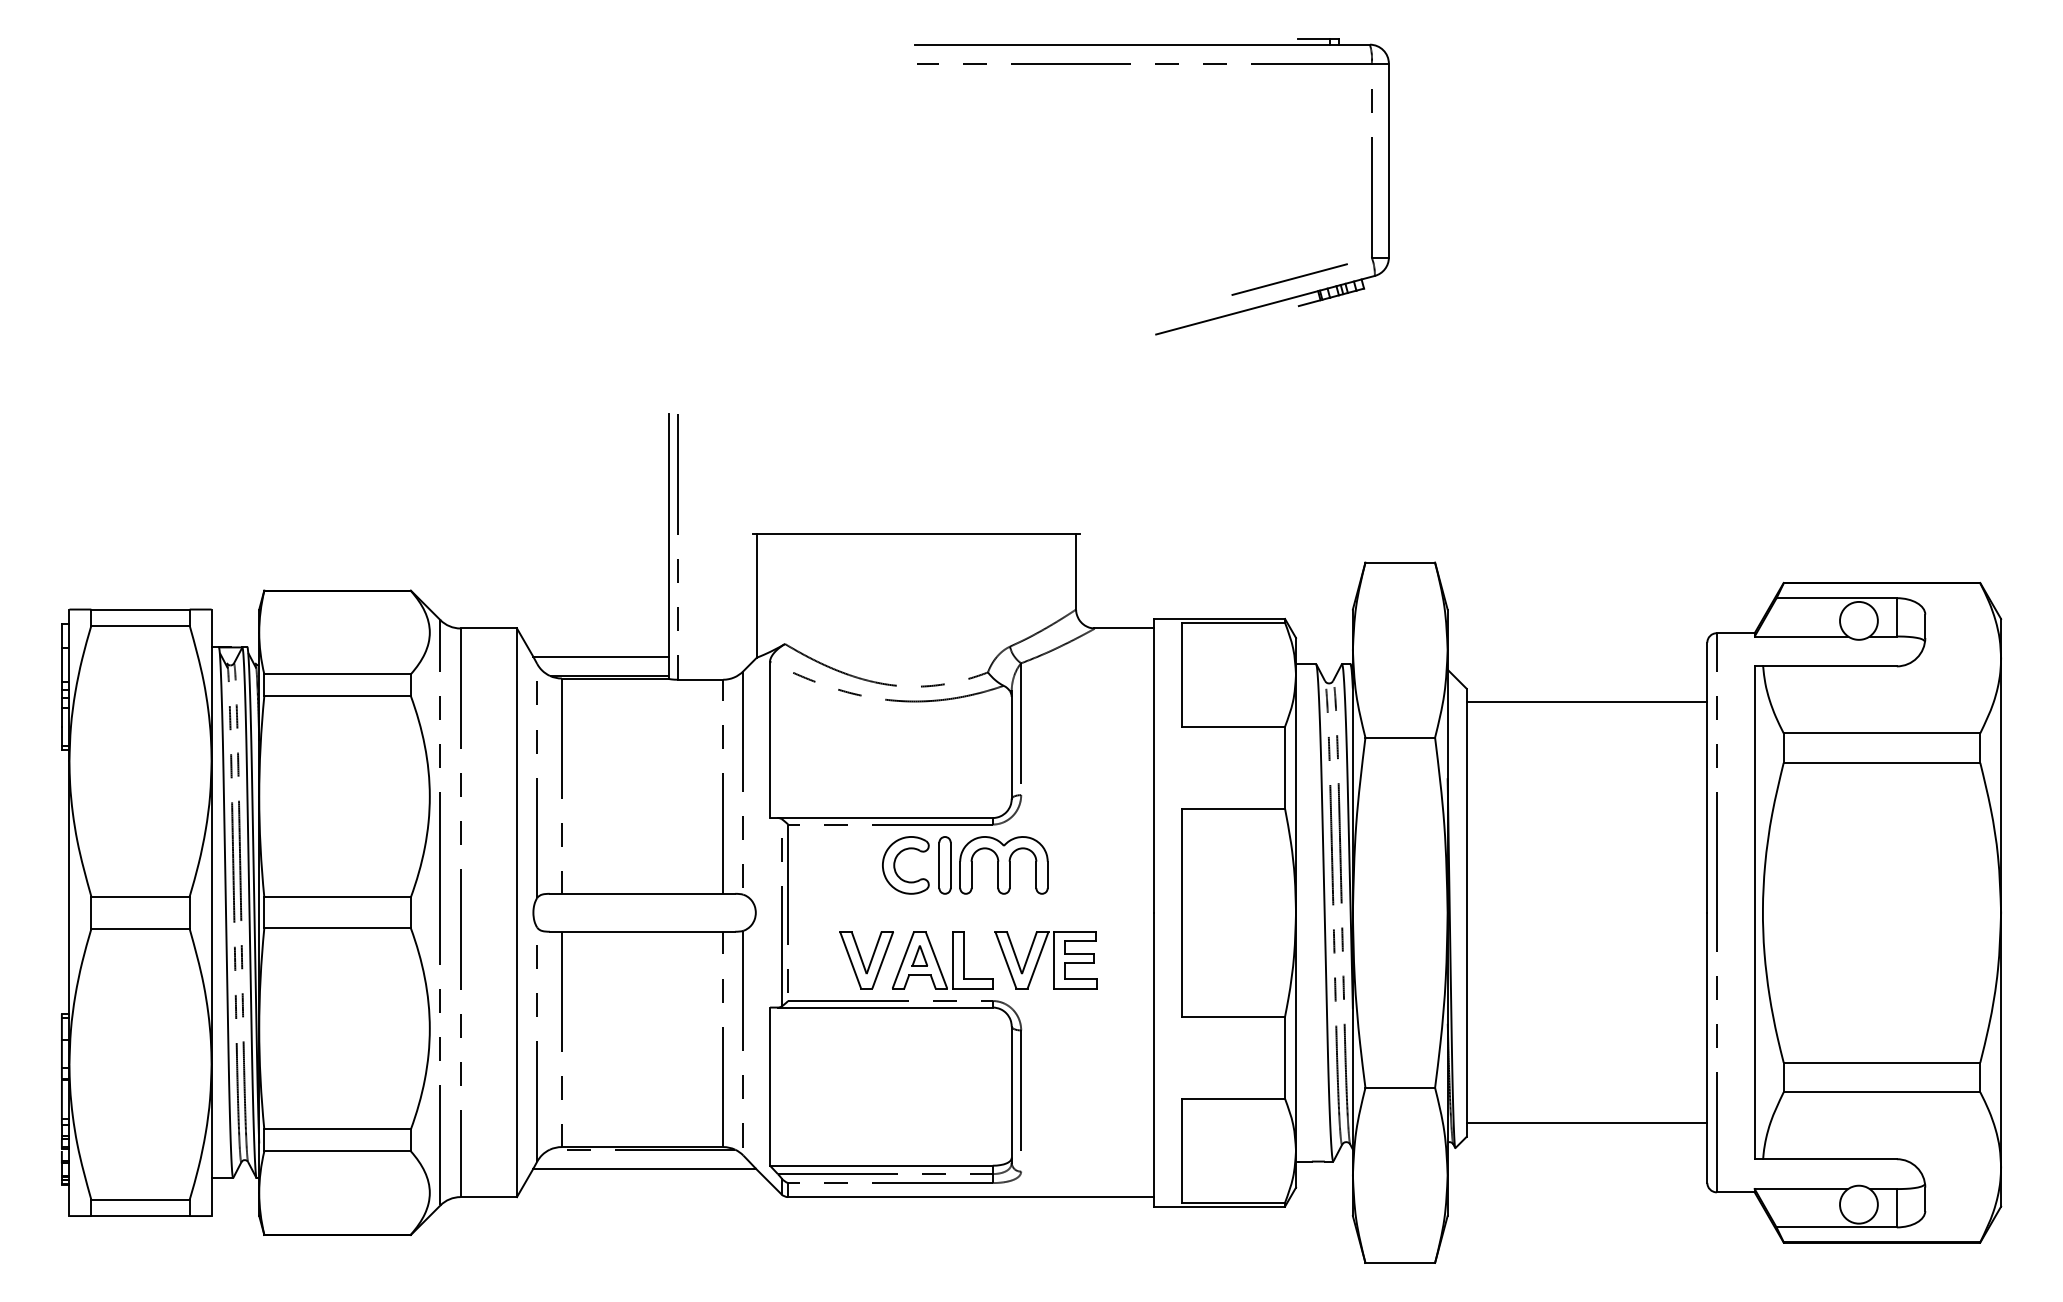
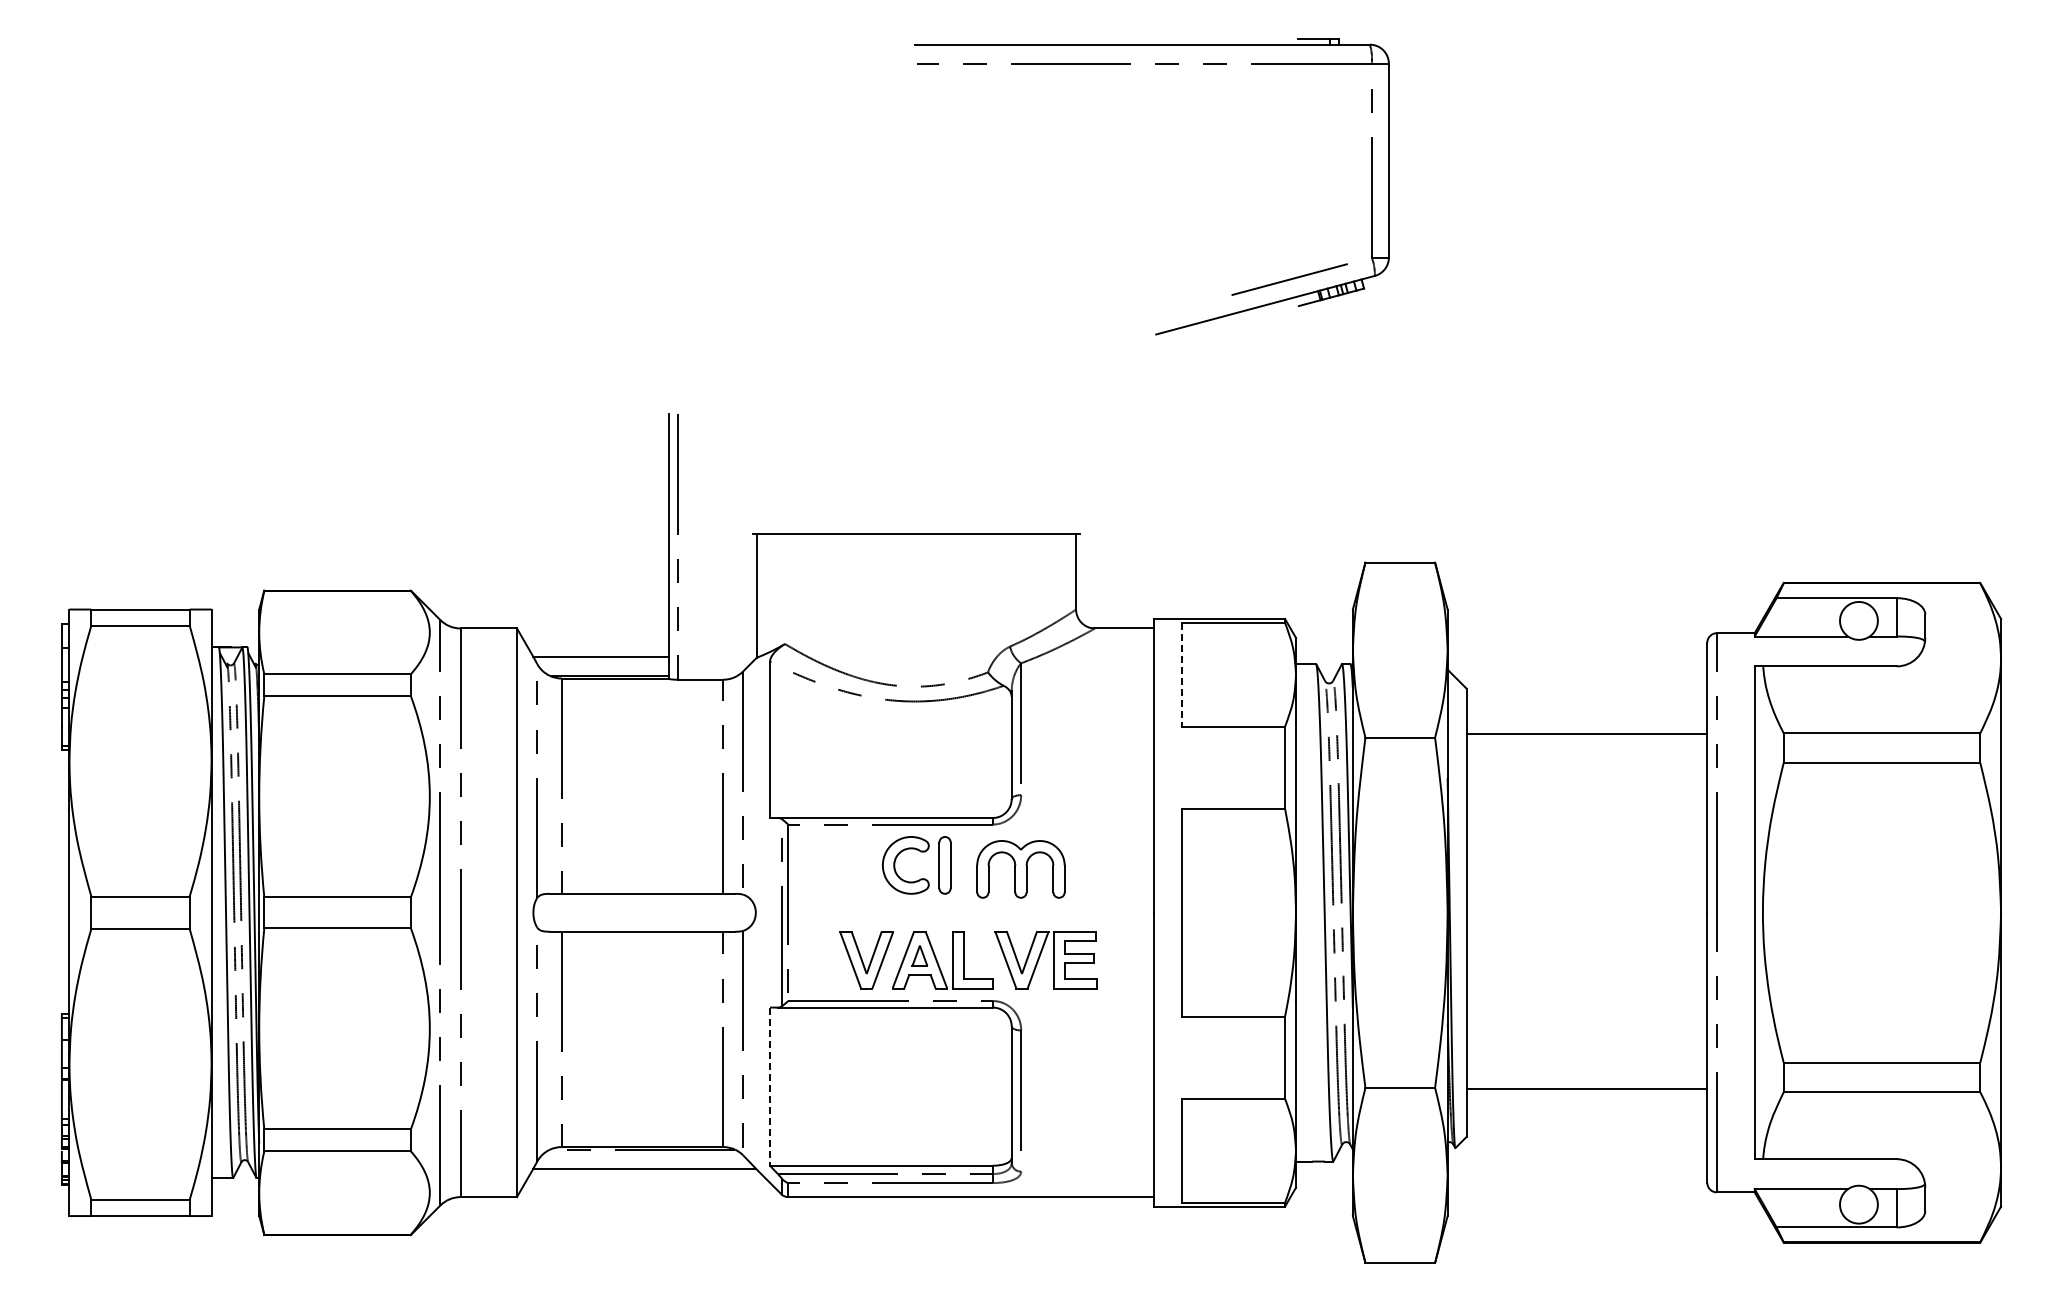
line at (1182, 674): solid -> dashed
line at (1586, 702) position: (1586, 702) -> (1586, 734)
part at (1003, 865) position: (1003, 865) -> (1020, 869)
line at (770, 1087): solid -> dashed
line at (1586, 1123) position: (1586, 1123) -> (1586, 1089)
